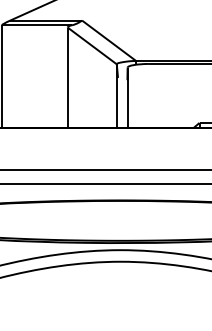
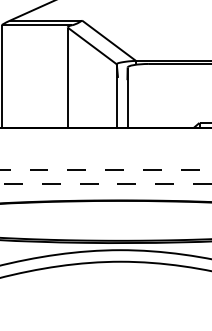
line at (106, 170): solid -> dashed
line at (105, 183): solid -> dashed
